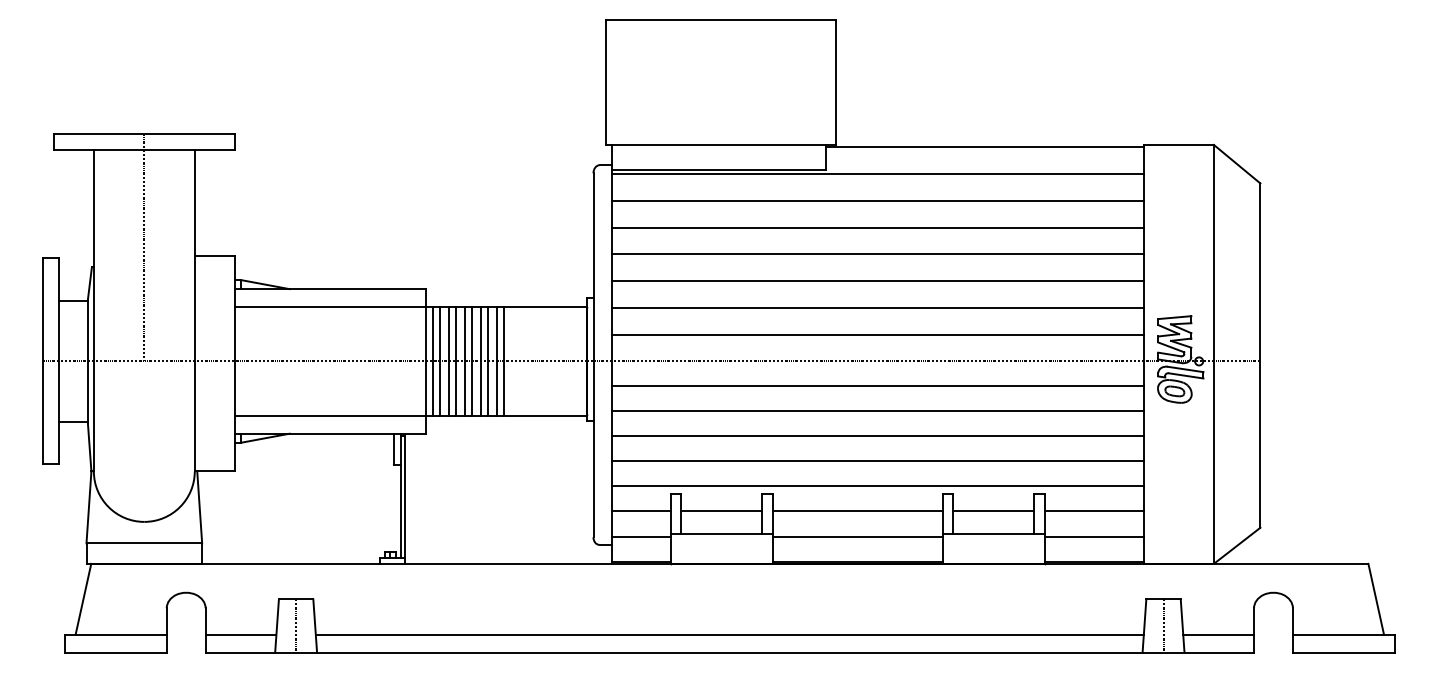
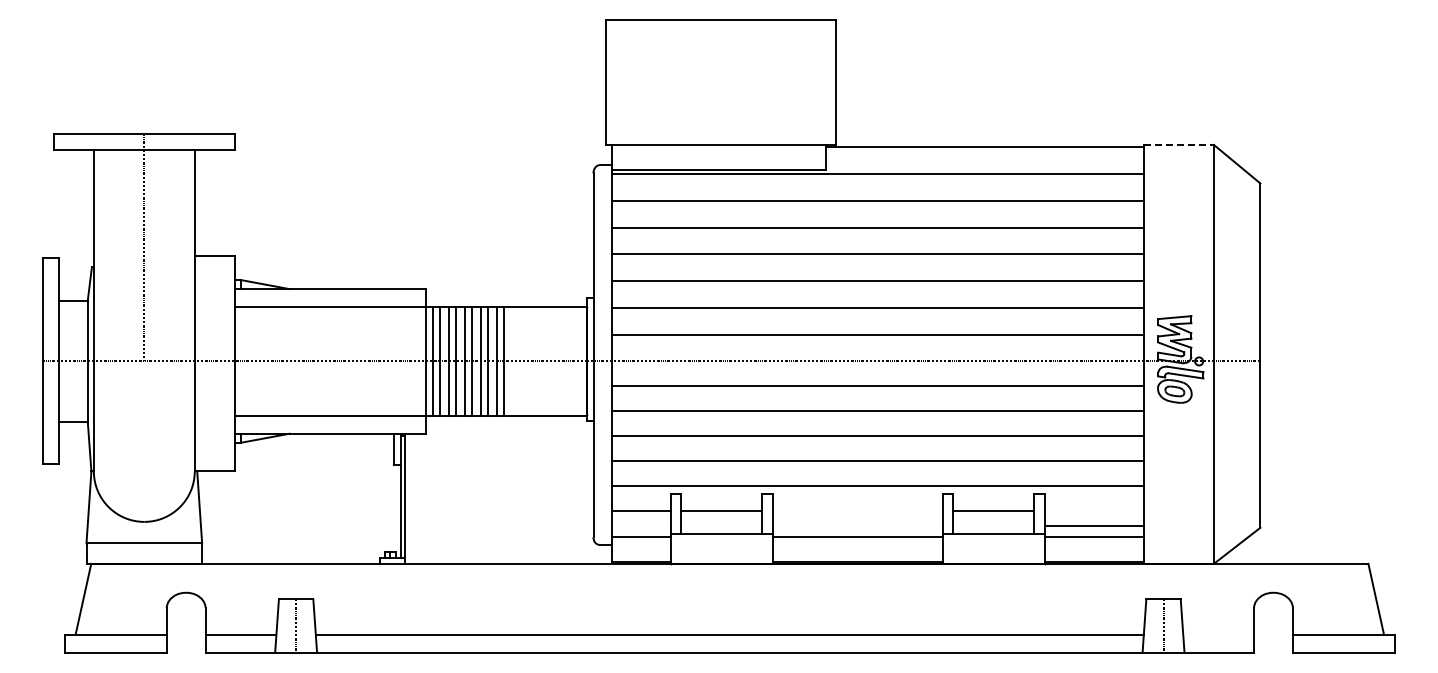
line at (1179, 144): solid -> dashed
line at (857, 511): present -> none
line at (1094, 511) position: (1094, 511) -> (1094, 526)
line at (1218, 634): present -> none
